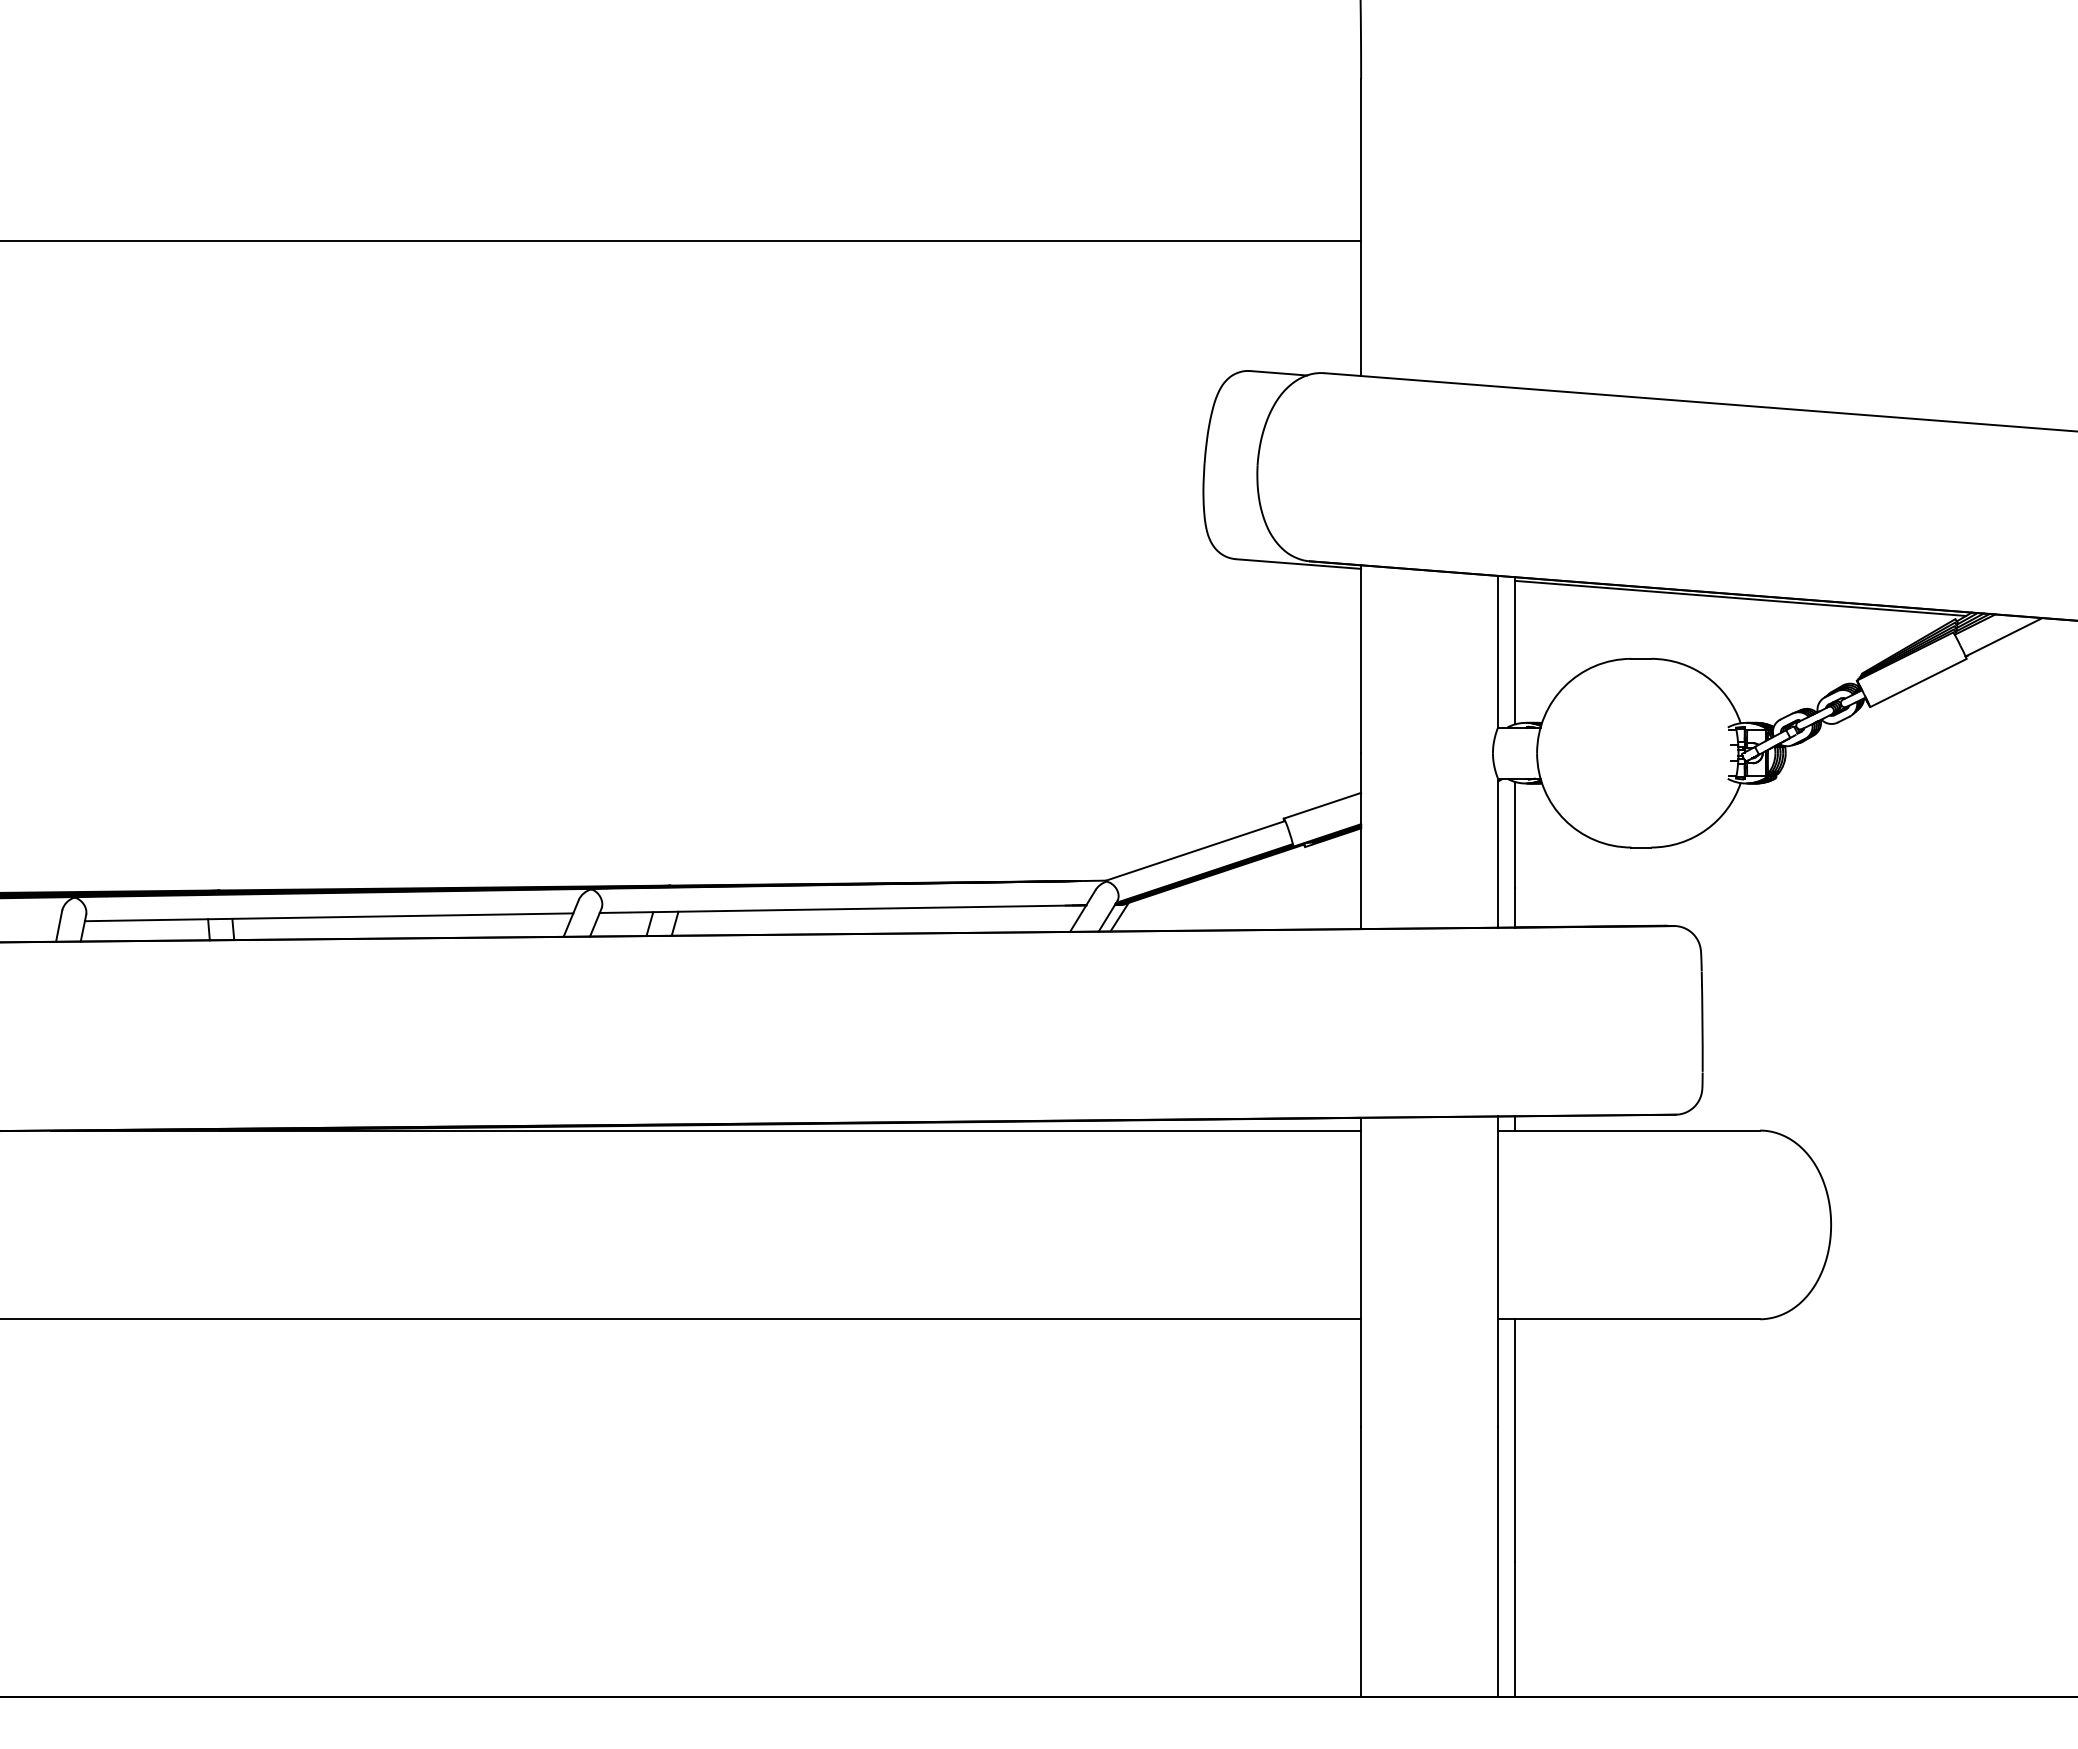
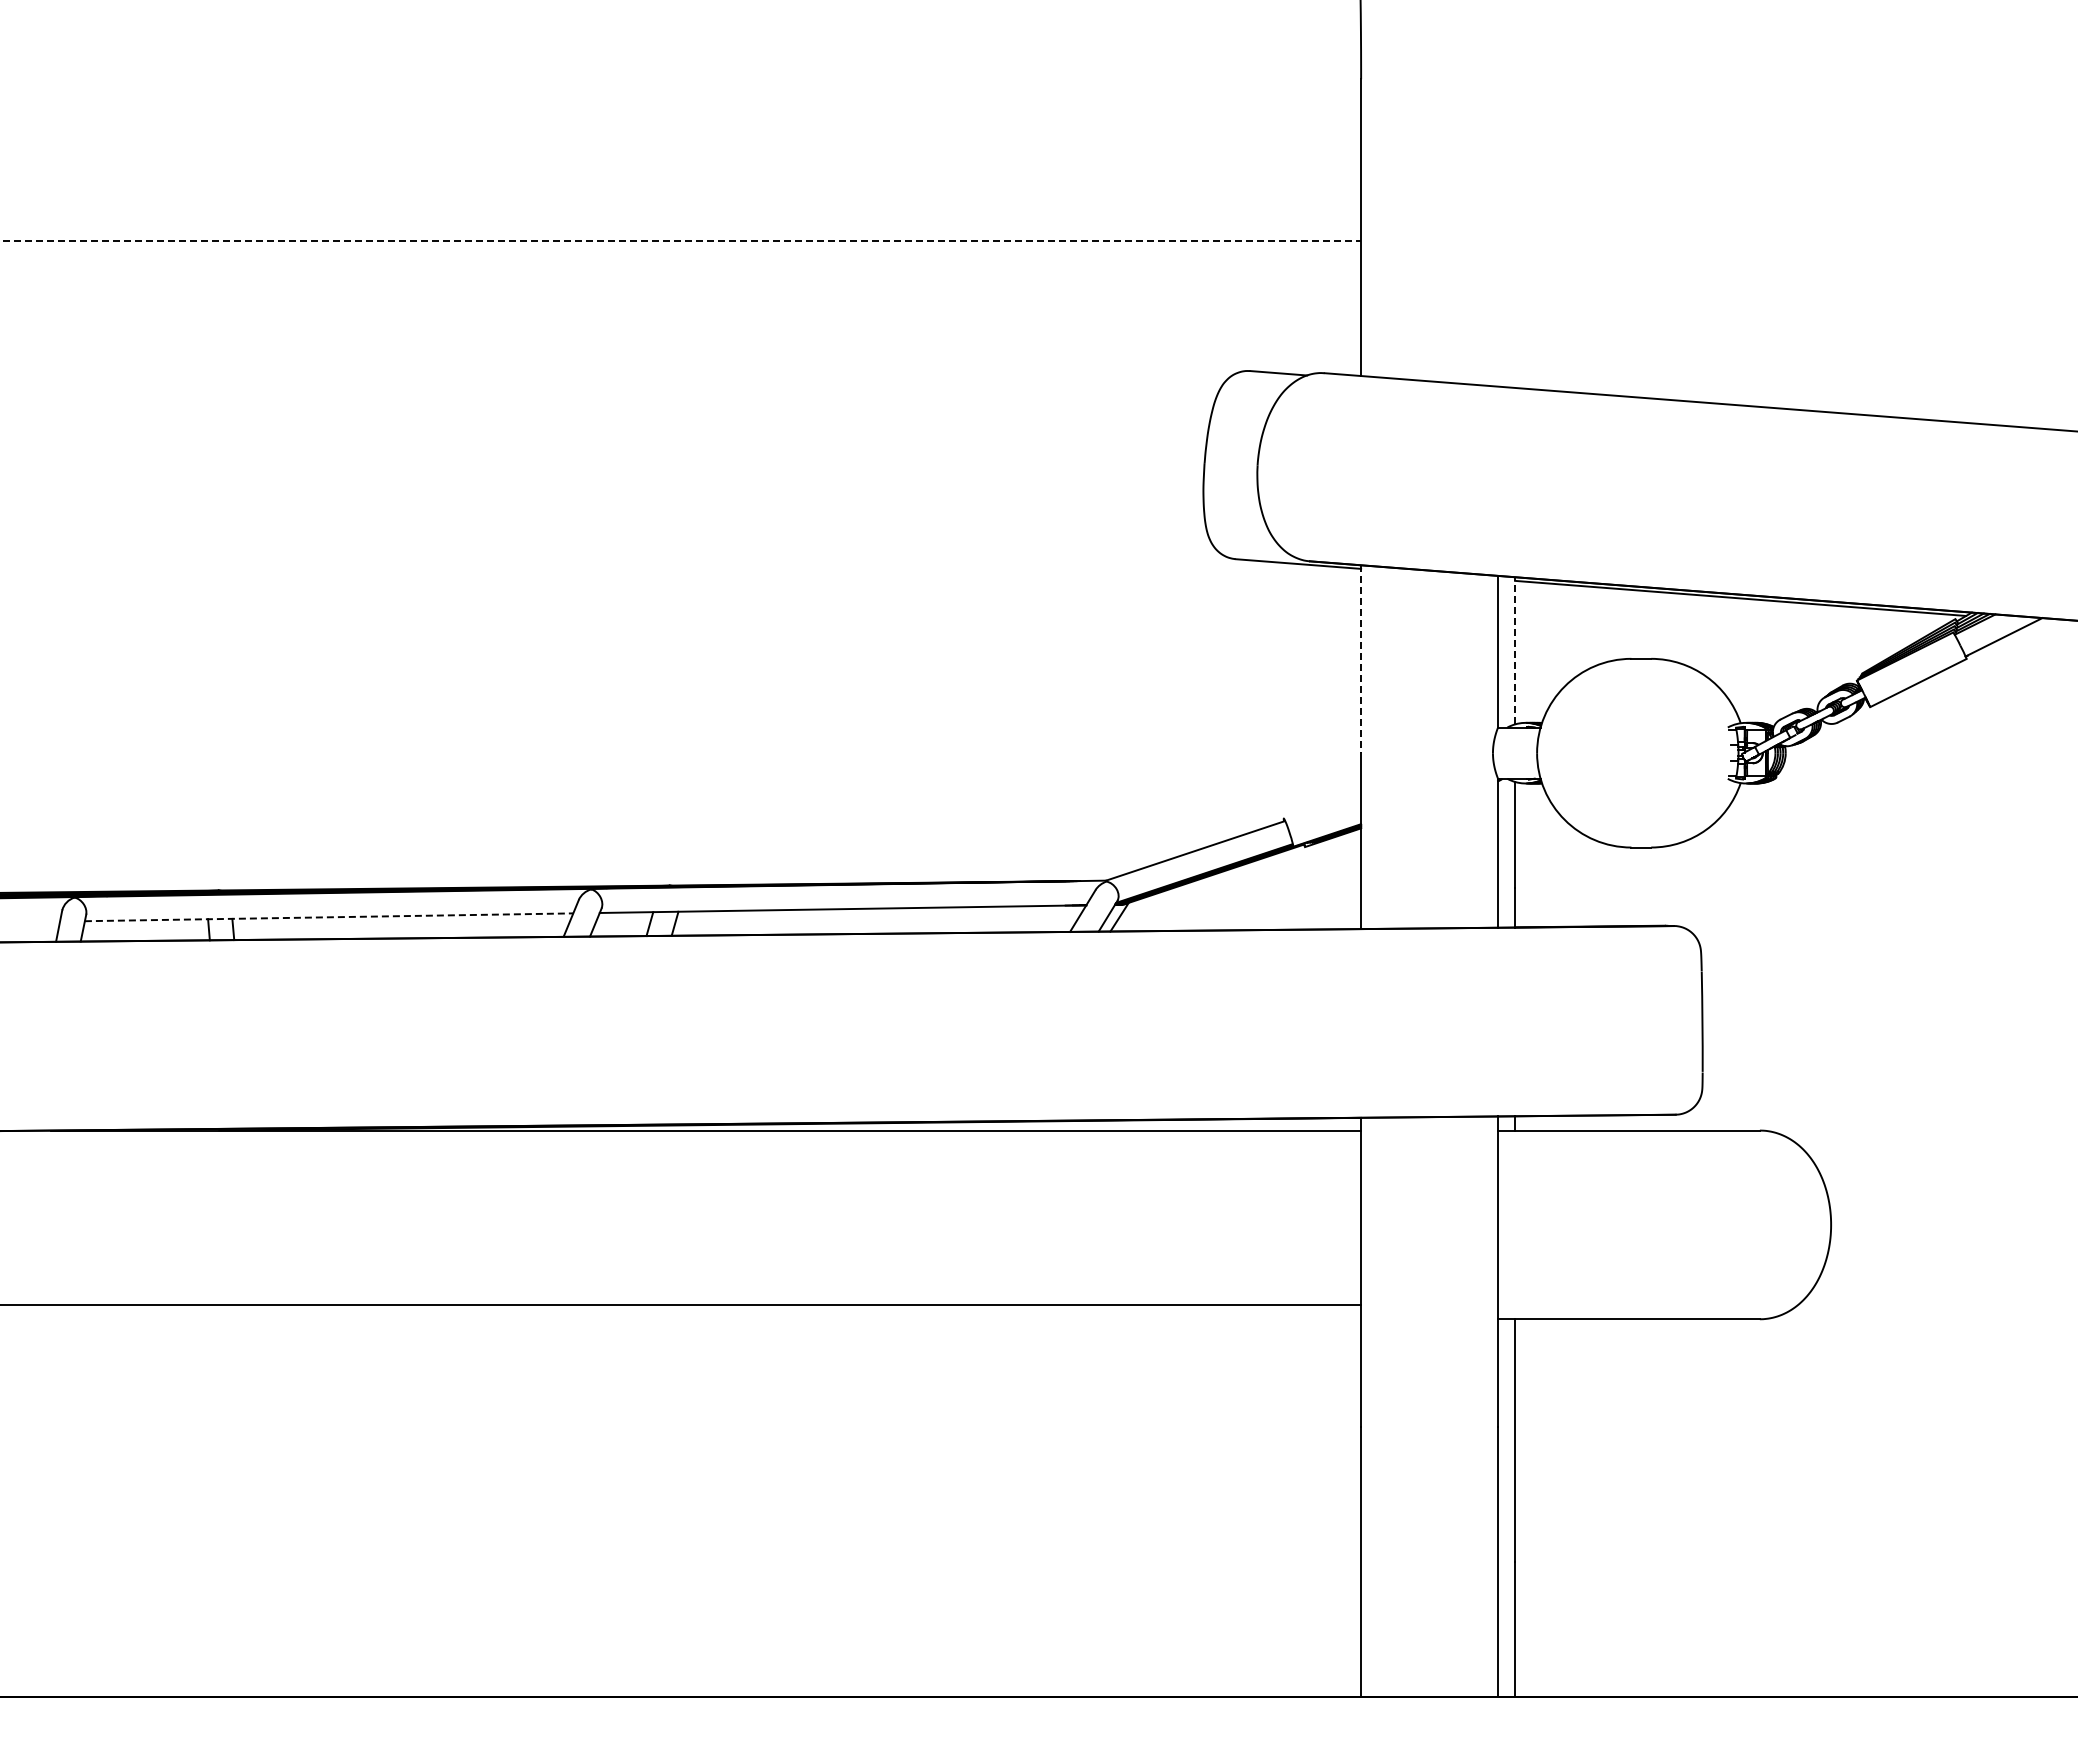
line at (681, 241): solid -> dashed
line at (1515, 650): solid -> dashed
line at (1361, 659): solid -> dashed
line at (1322, 805): present -> none
line at (329, 917): solid -> dashed
line at (681, 1319) position: (681, 1319) -> (681, 1305)
